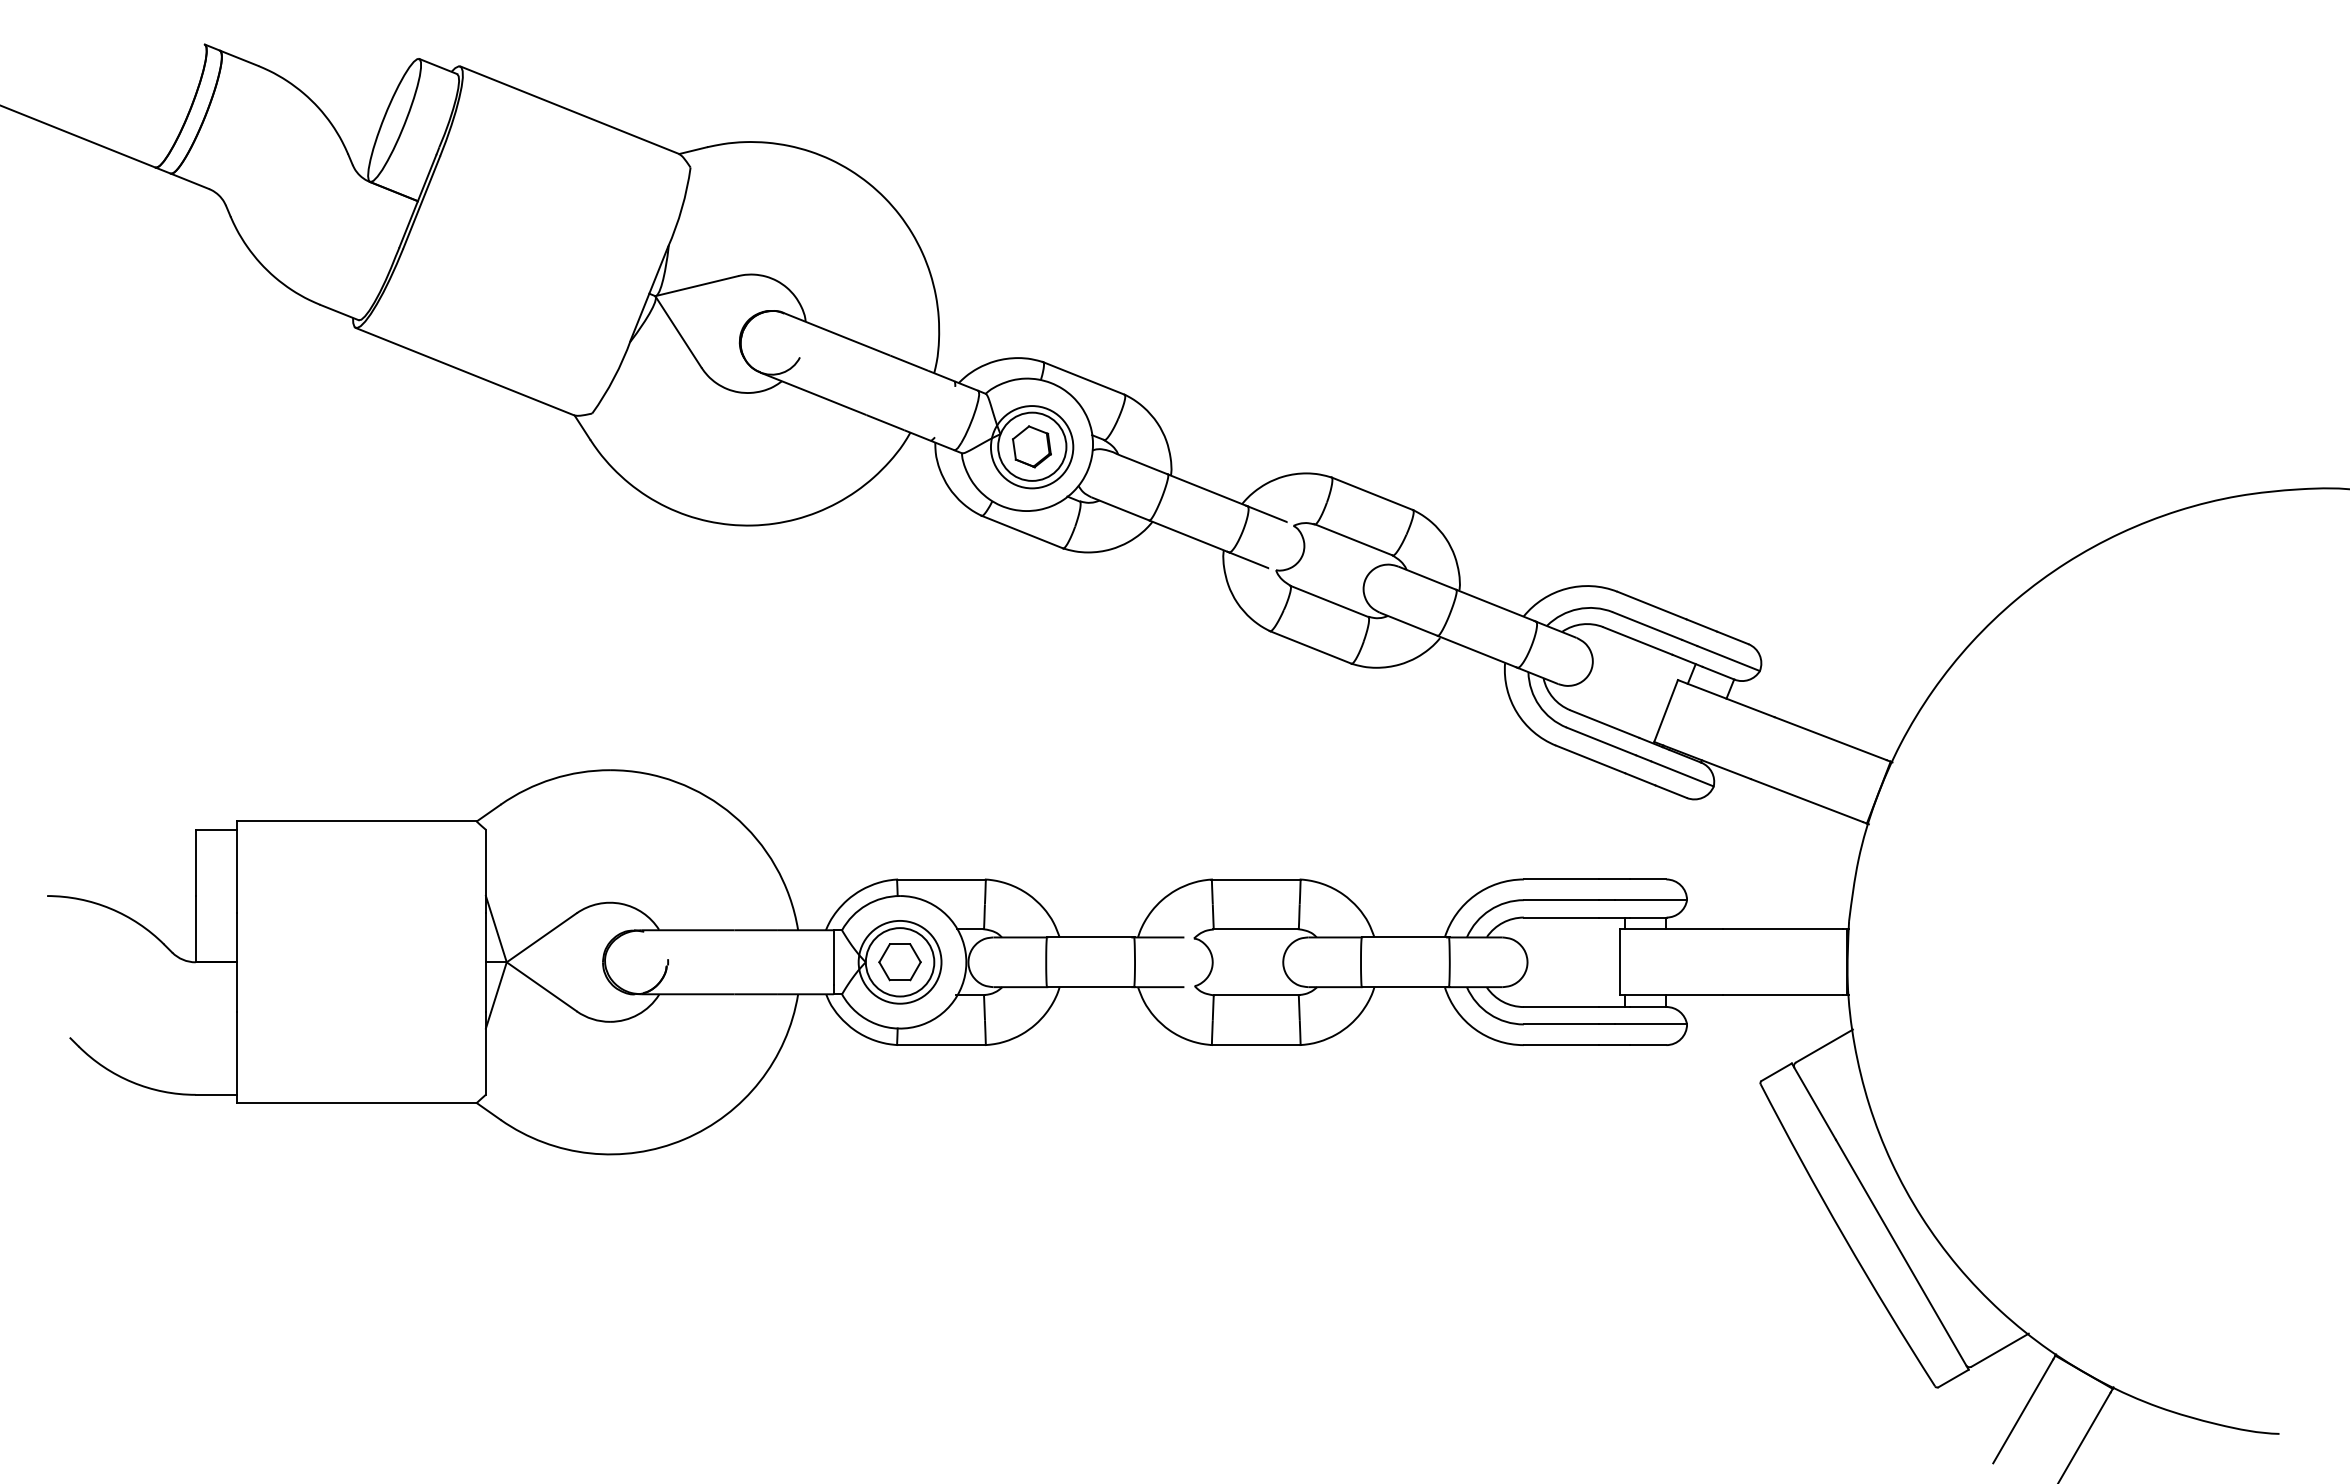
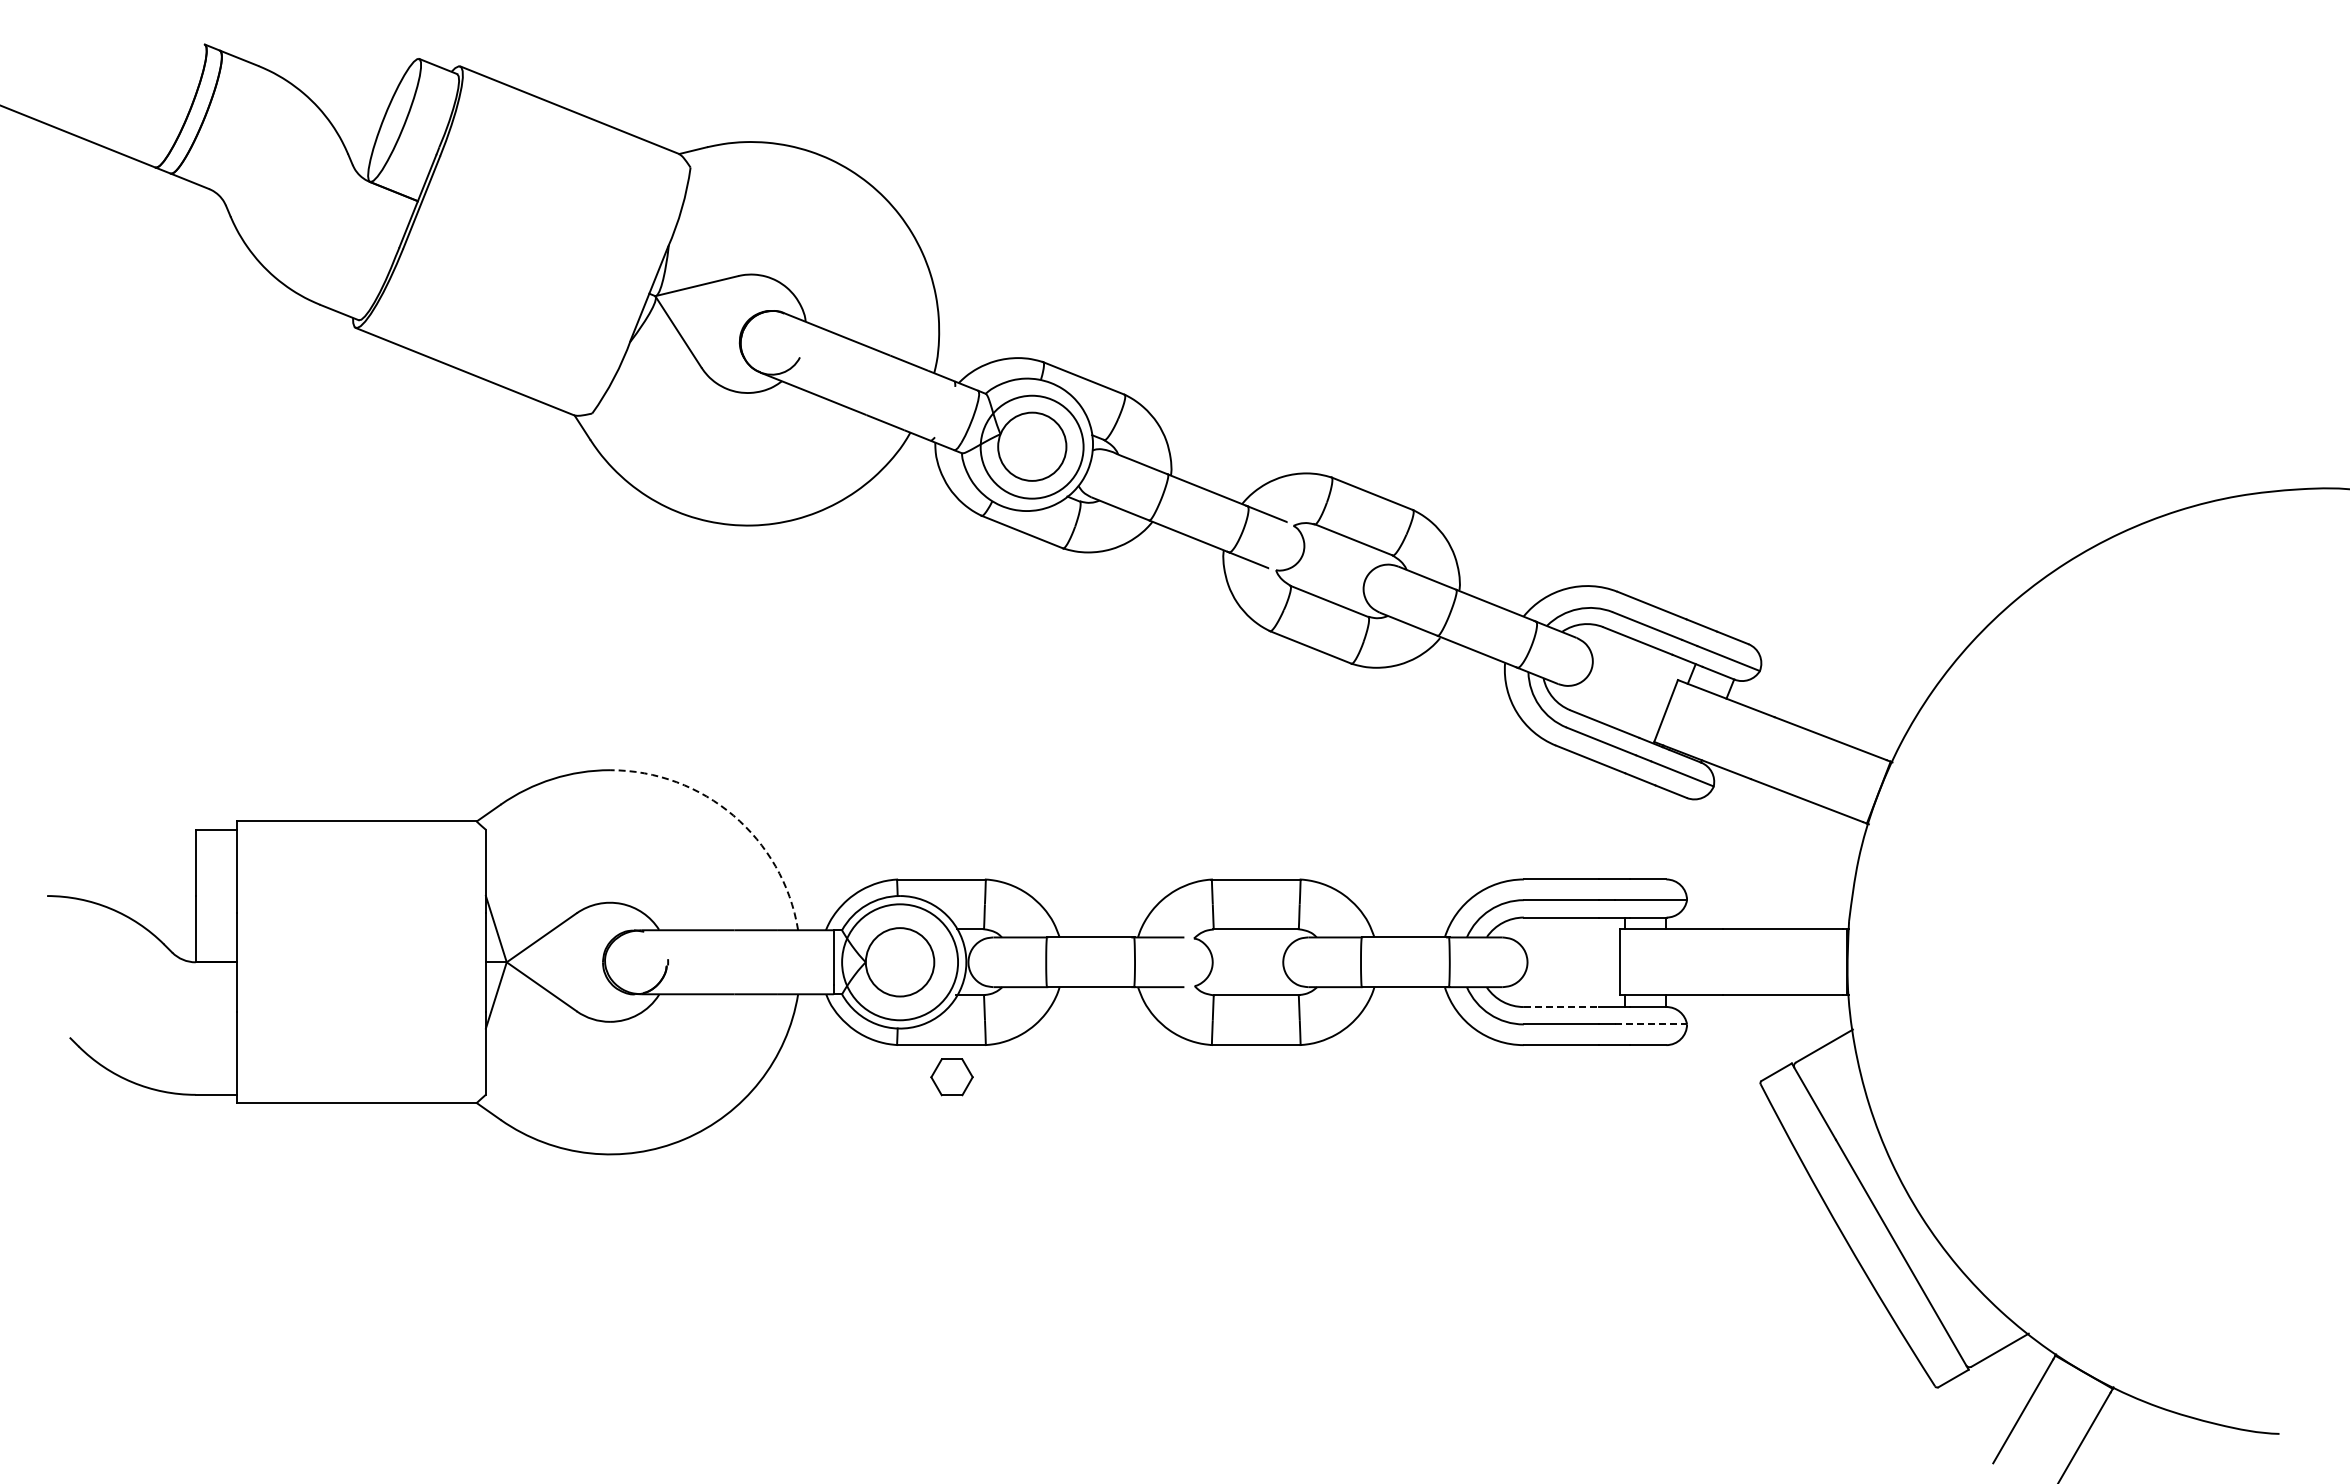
part at (1031, 446): present -> none
circle at (1031, 447) diameter: 82 px -> 103 px
arc at (733, 815): solid -> dashed
circle at (899, 961) diameter: 83 px -> 116 px
part at (899, 962) position: (899, 962) -> (951, 1077)
line at (1561, 1007): solid -> dashed
line at (1651, 1024): solid -> dashed
